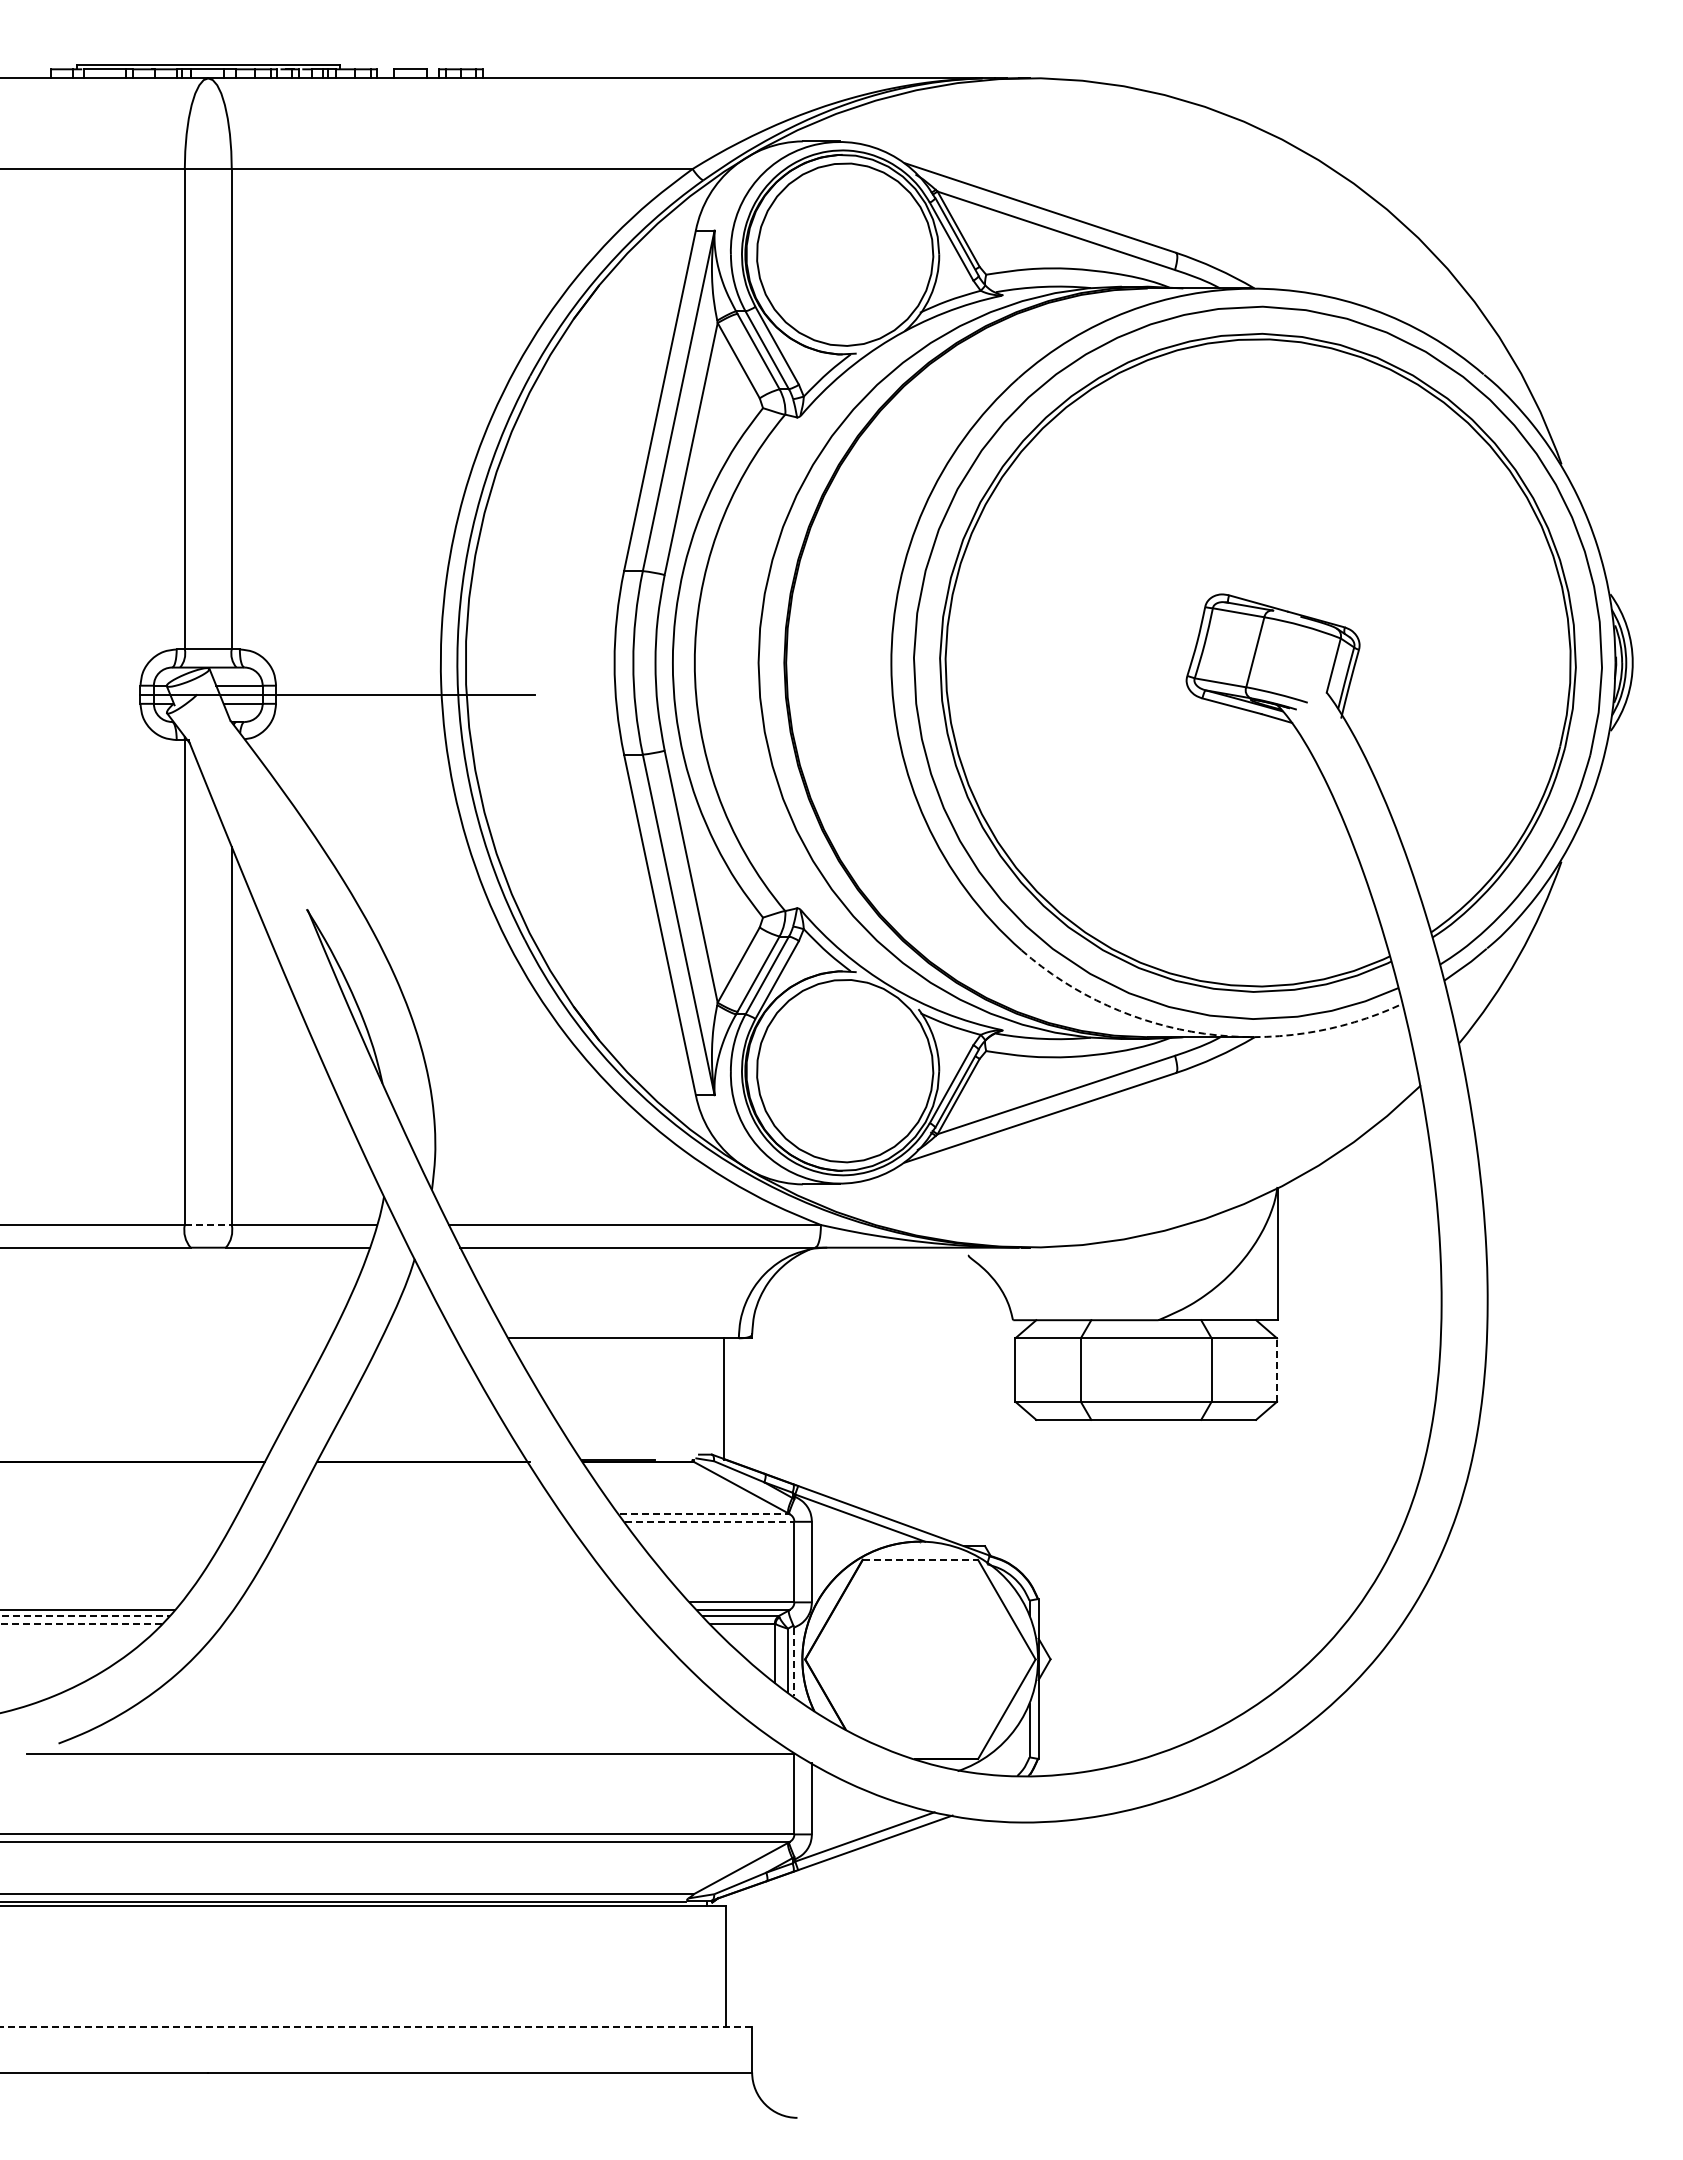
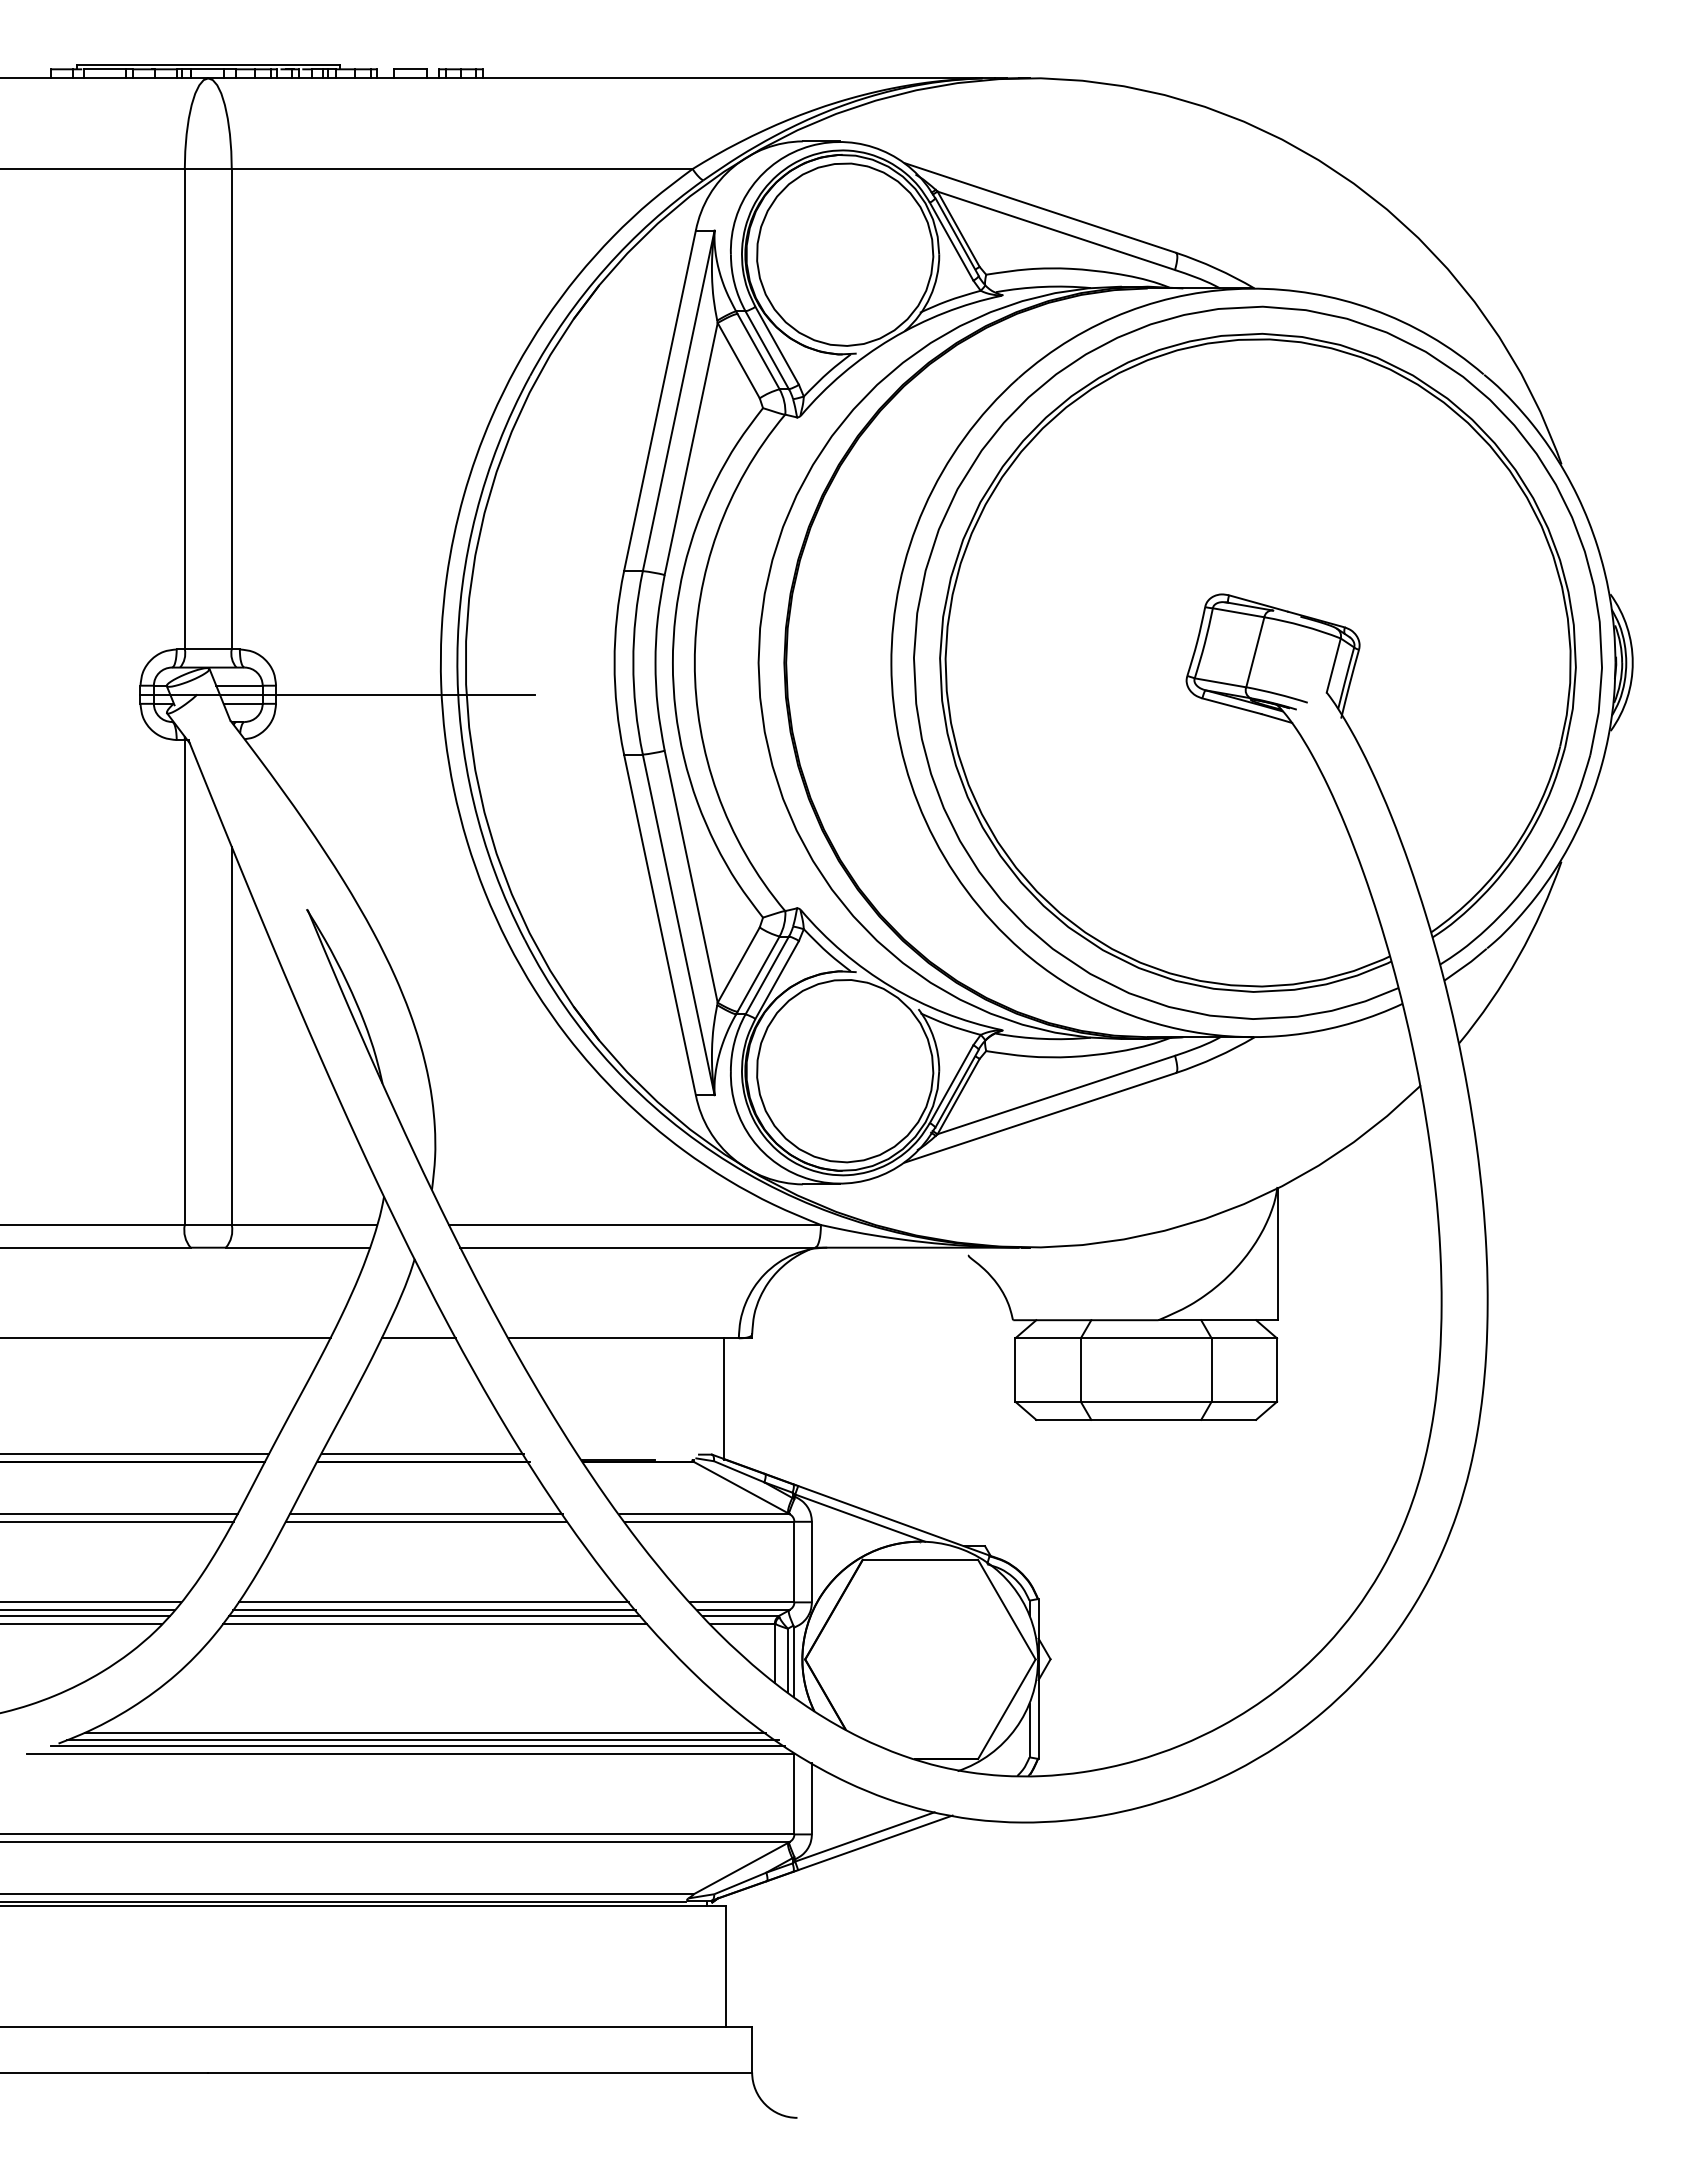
arc at (1204, 1033): dashed -> solid
line at (208, 1225): dashed -> solid
line at (166, 1338): none -> present
line at (418, 1338): none -> present
line at (1277, 1370): dashed -> solid
line at (135, 1453): none -> present
line at (422, 1453): none -> present
line at (119, 1514): none -> present
line at (425, 1514): none -> present
line at (704, 1514): dashed -> solid
line at (117, 1521): none -> present
line at (426, 1521): none -> present
line at (709, 1521): dashed -> solid
line at (920, 1559): dashed -> solid
line at (91, 1602): none -> present
line at (433, 1602): none -> present
line at (434, 1610): none -> present
line at (85, 1615): dashed -> solid
line at (434, 1615): none -> present
line at (81, 1623): dashed -> solid
line at (434, 1623): none -> present
line at (793, 1662): dashed -> solid
line at (425, 1732): none -> present
line at (422, 1740): none -> present
line at (418, 1746): none -> present
line at (376, 2027): dashed -> solid
